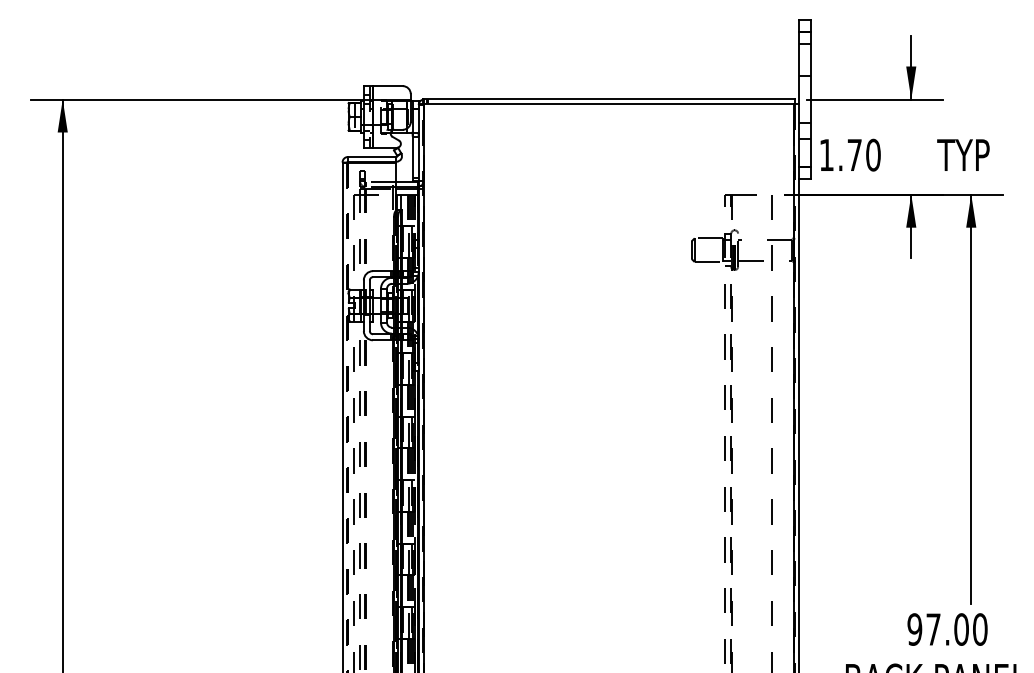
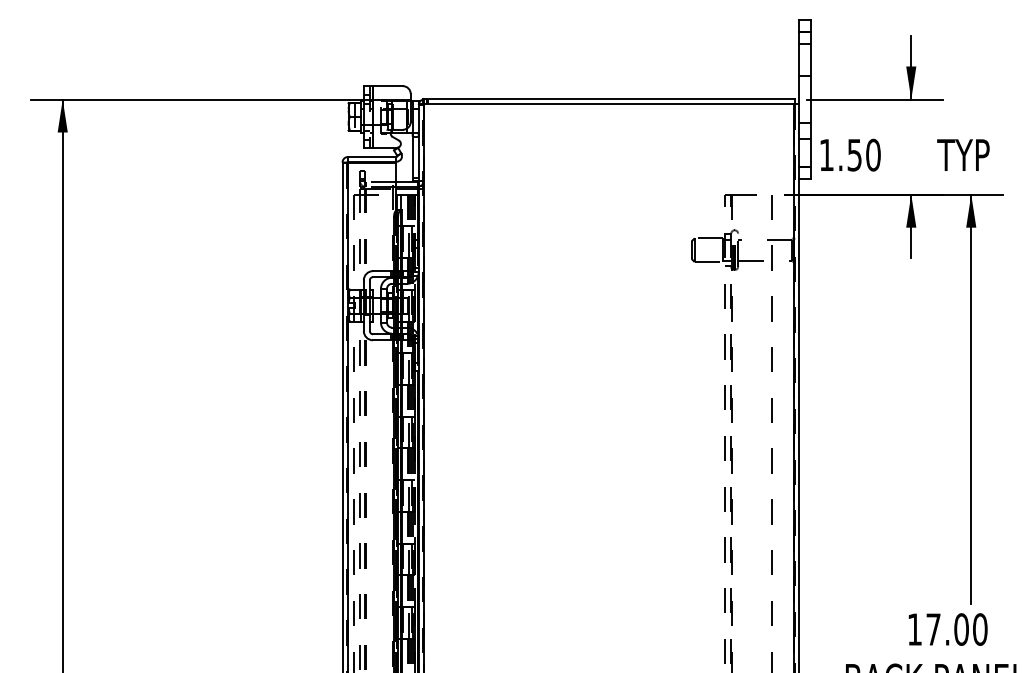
text at (854, 155): 1.70 -> 1.50
line at (348, 417): dashed -> solid
text at (914, 629): 97.00 -> 17.00
